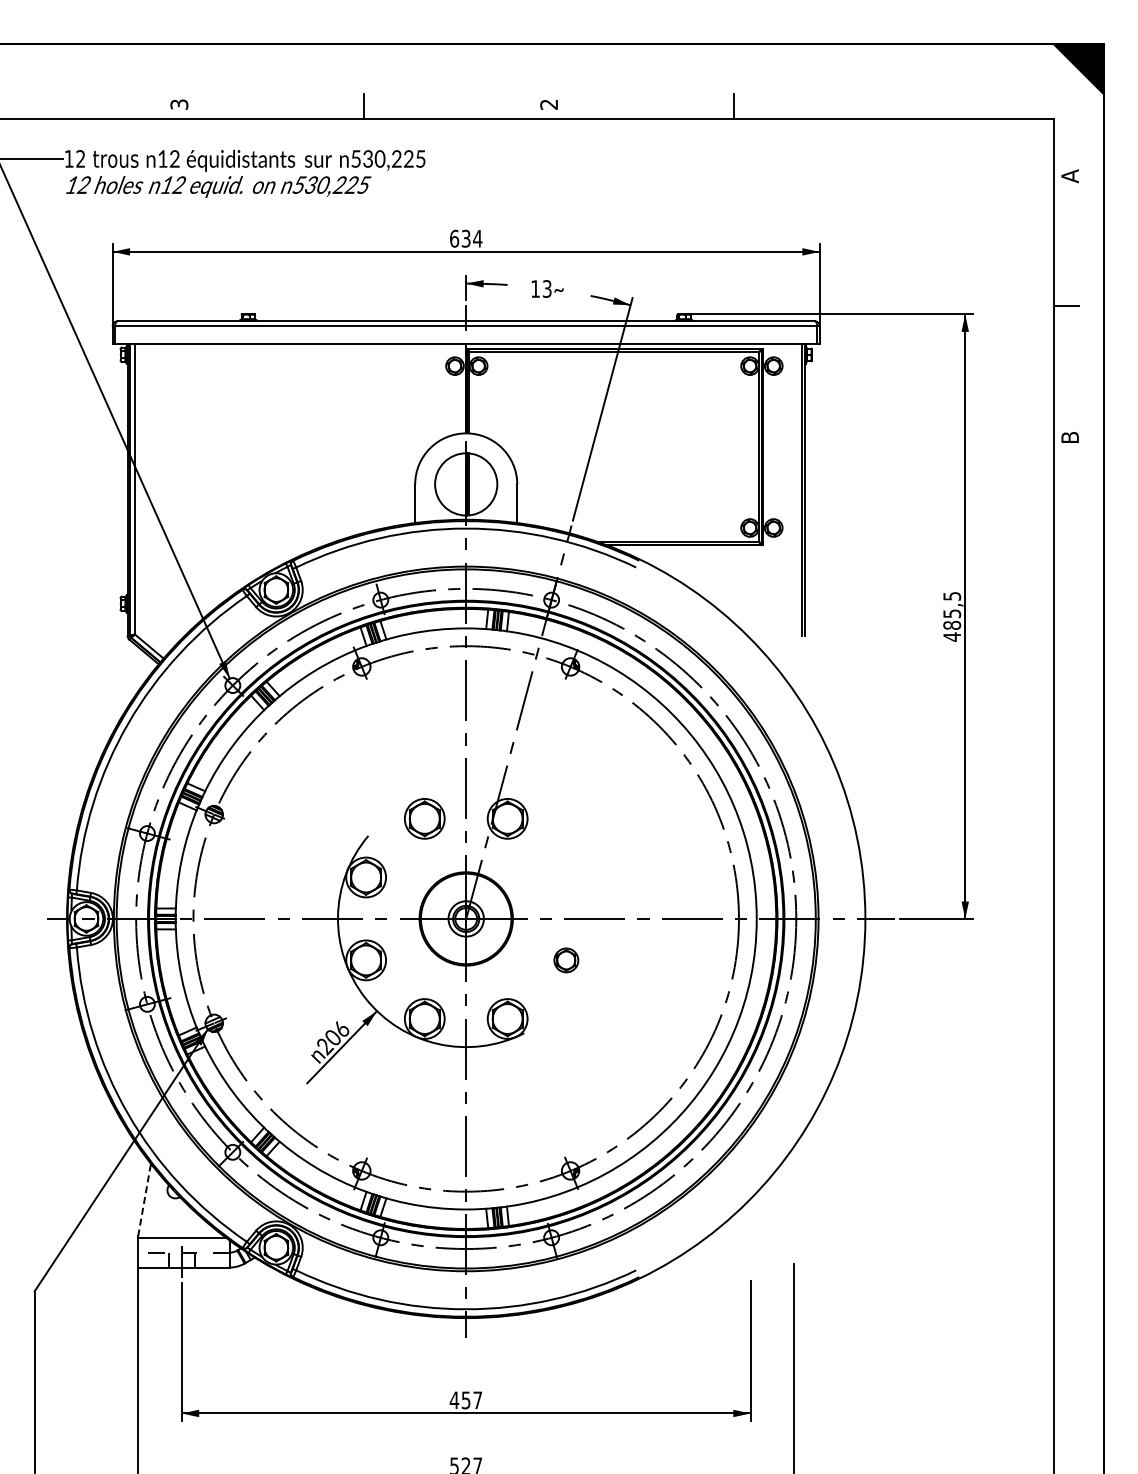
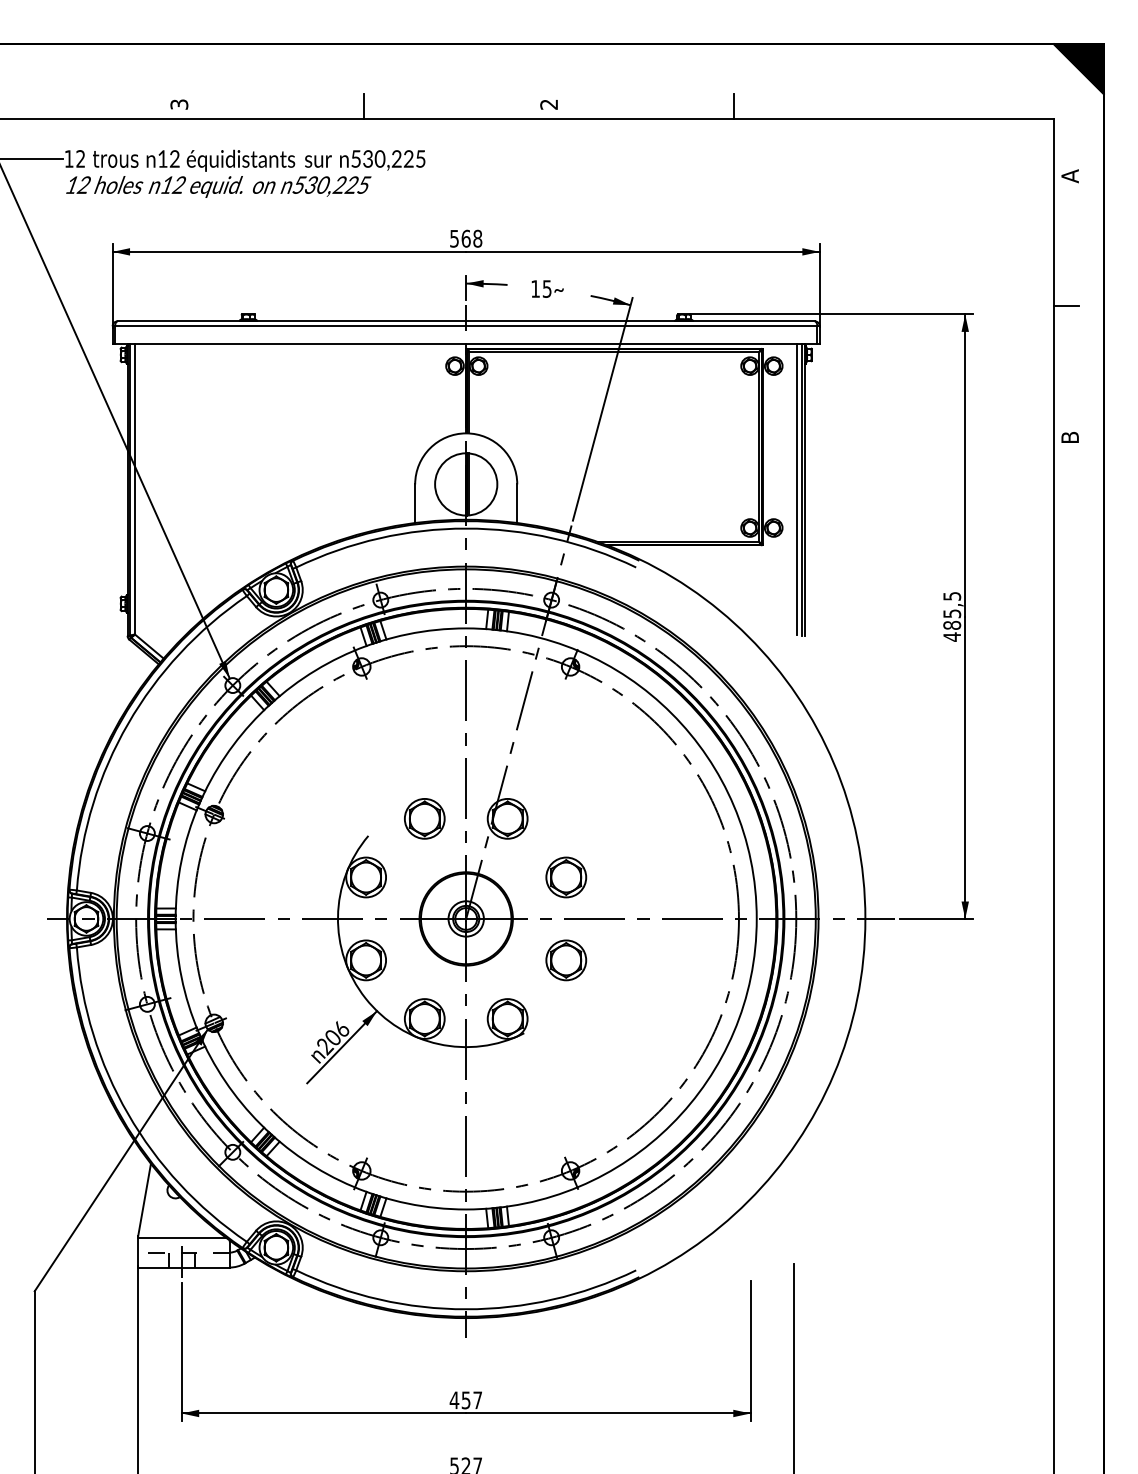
text at (466, 238): 634 -> 568
text at (547, 288): 13 -> 15
line at (797, 488): none -> present
part at (566, 877): none -> present
part at (566, 960) size: 27x27 px -> 43x43 px
line at (144, 1200): dashed -> solid
